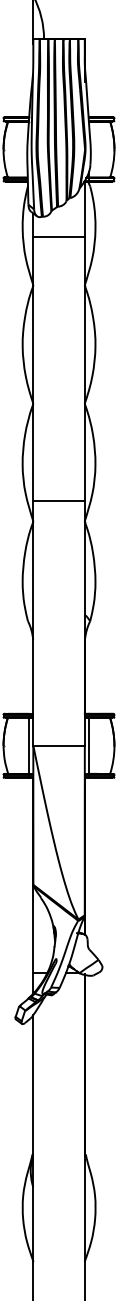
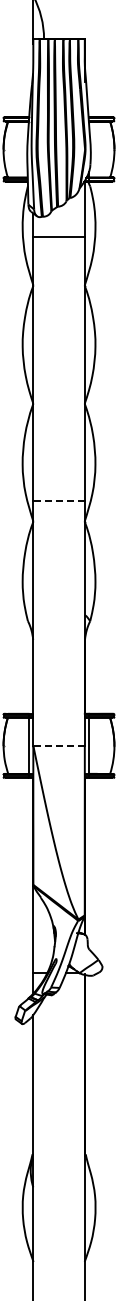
line at (59, 501): solid -> dashed
line at (59, 745): solid -> dashed
